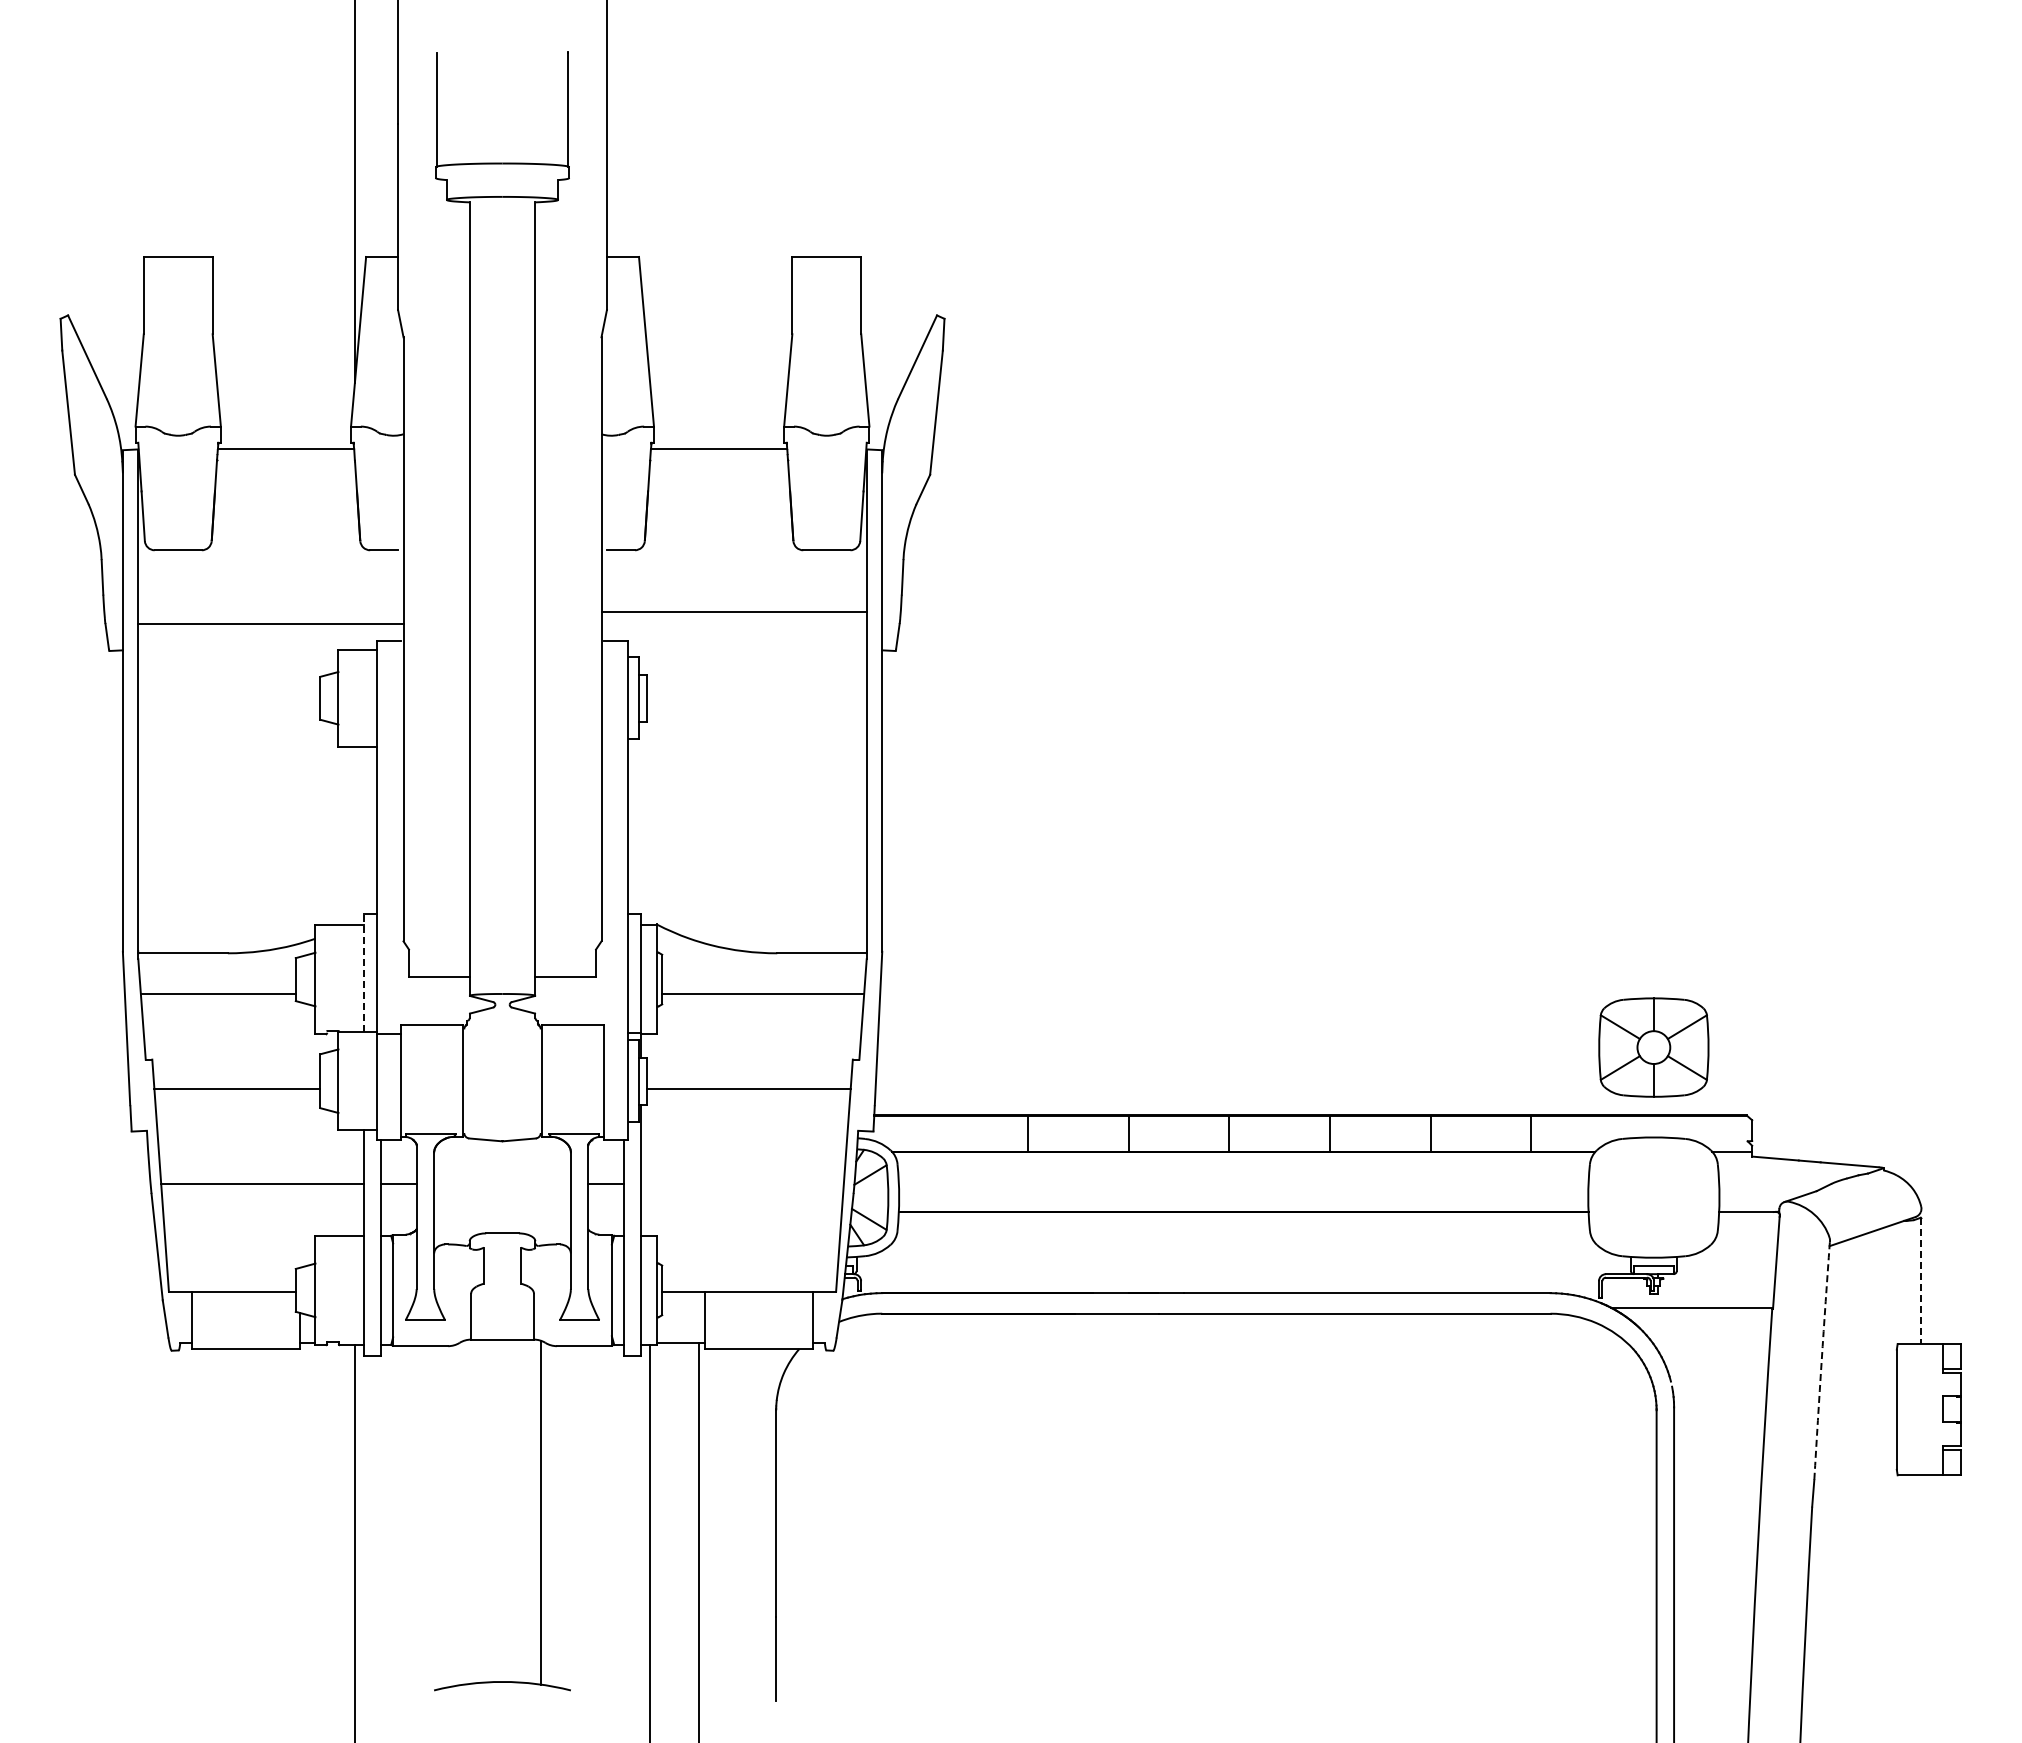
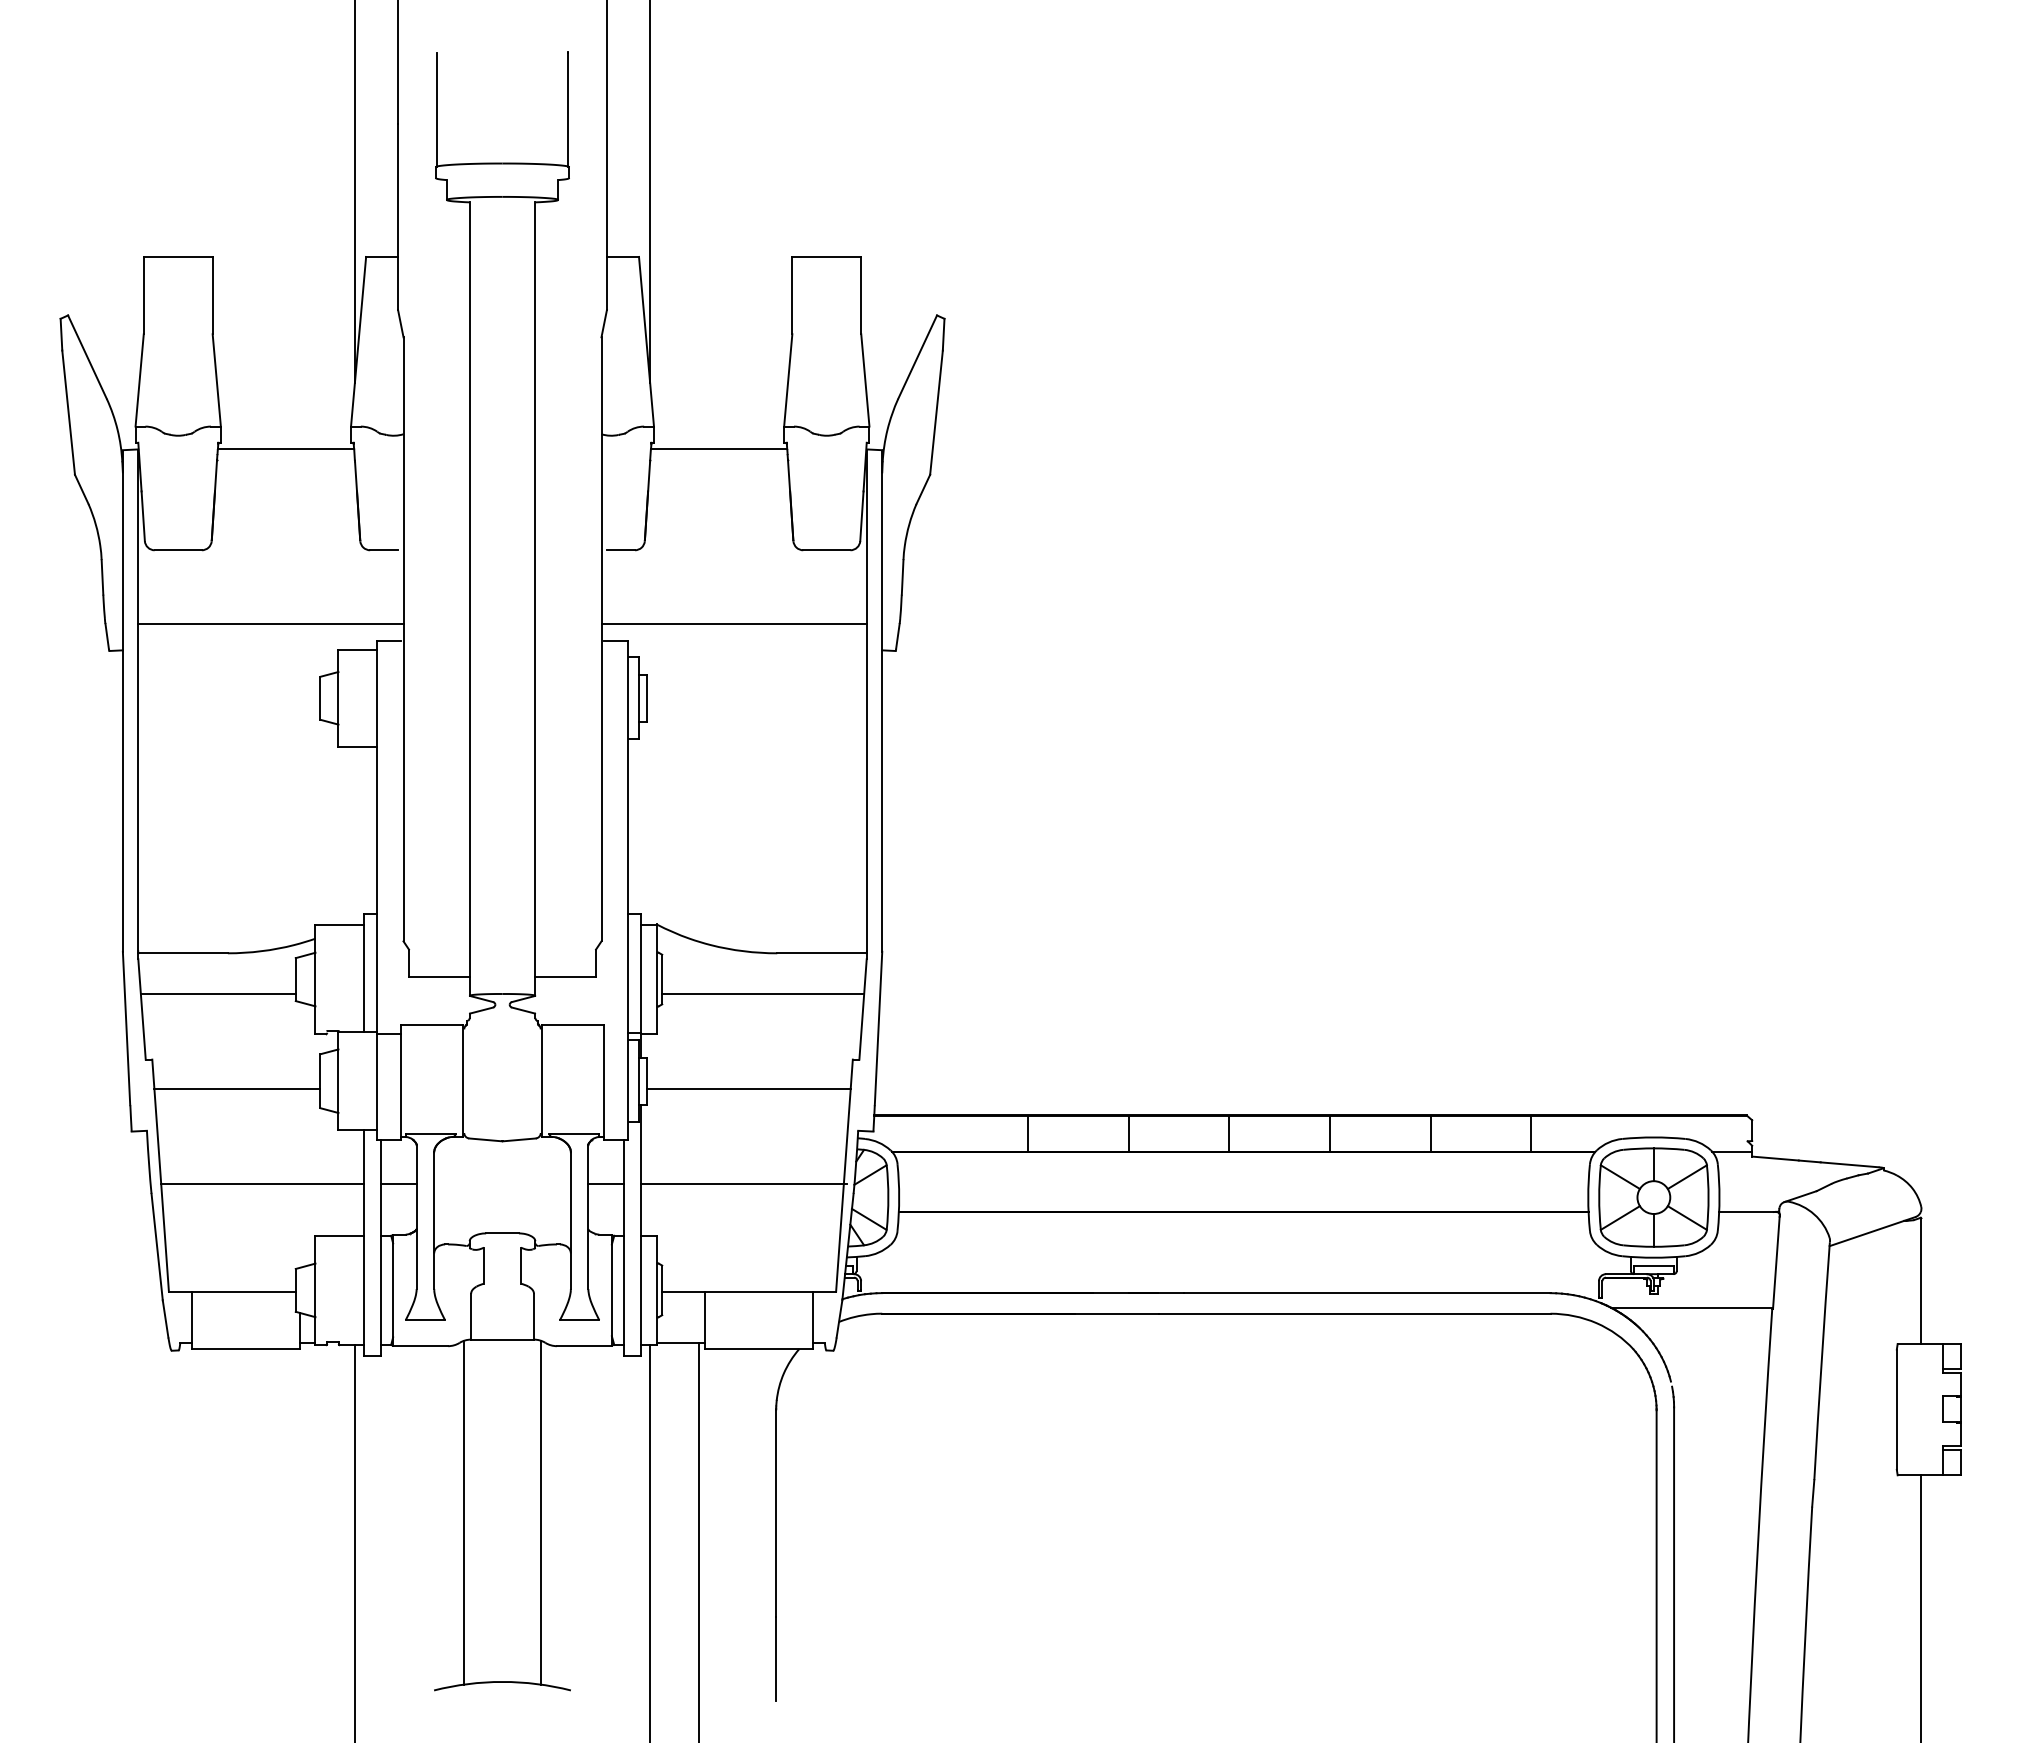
line at (650, 192): none -> present
line at (733, 611) position: (733, 611) -> (733, 623)
line at (363, 972): dashed -> solid
part at (1653, 1047) position: (1653, 1047) -> (1653, 1197)
line at (744, 1183): none -> present
line at (1921, 1281): dashed -> solid
arc at (1821, 1361): dashed -> solid
line at (464, 1512): none -> present
line at (1921, 1607): none -> present
